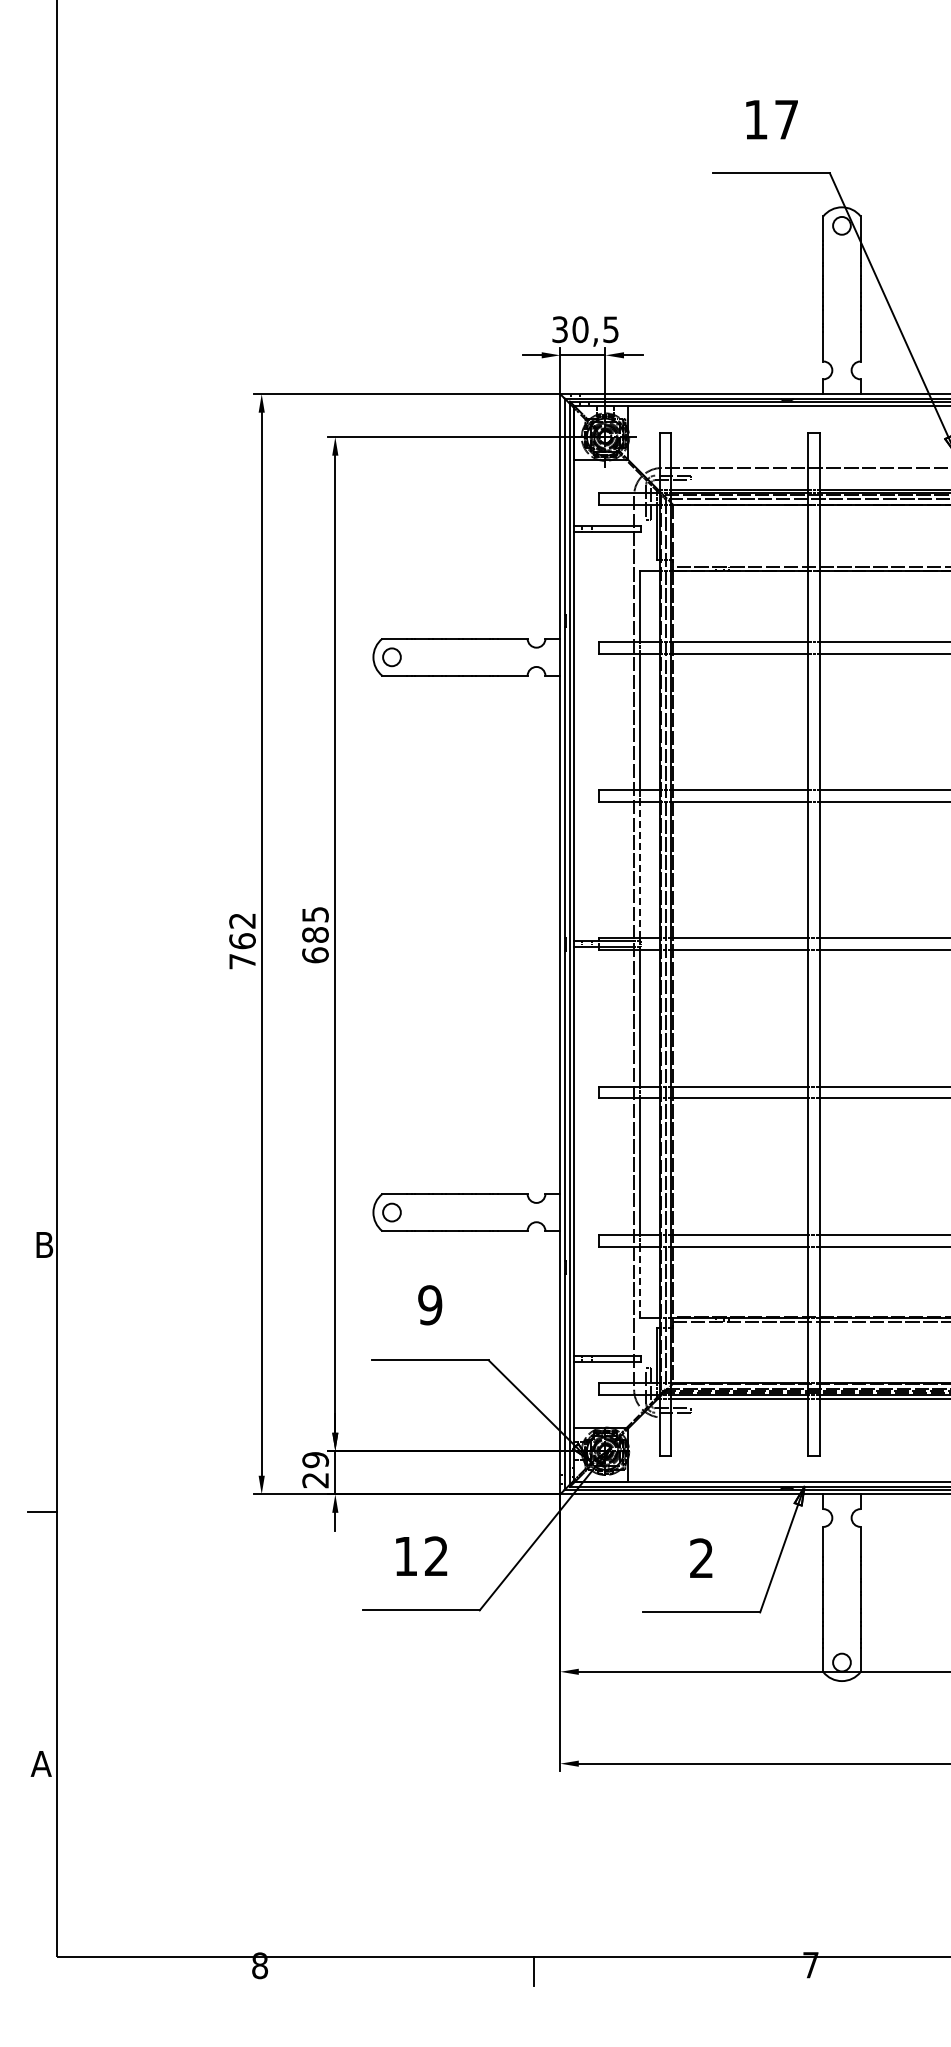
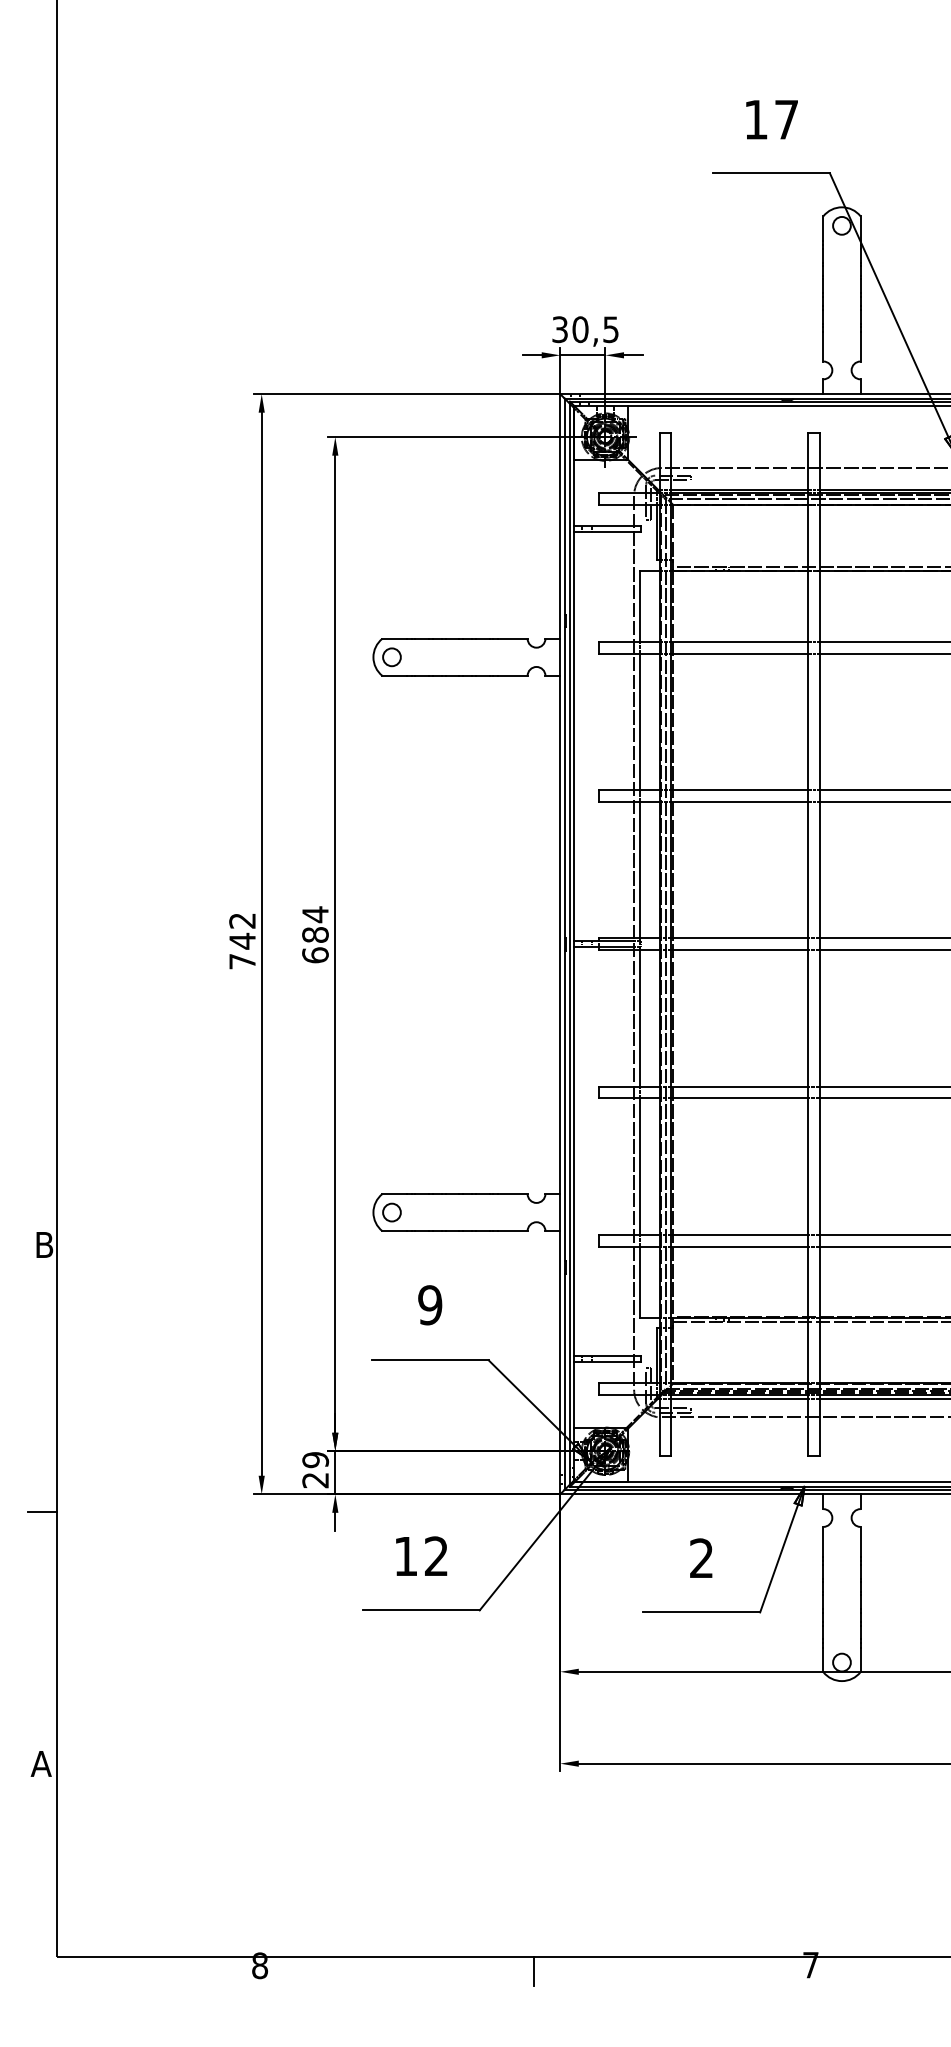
line at (640, 869): dashed -> solid
text at (315, 914): 685 -> 684
text at (242, 940): 762 -> 742
line at (640, 1282): dashed -> solid
line at (804, 1417): none -> present
